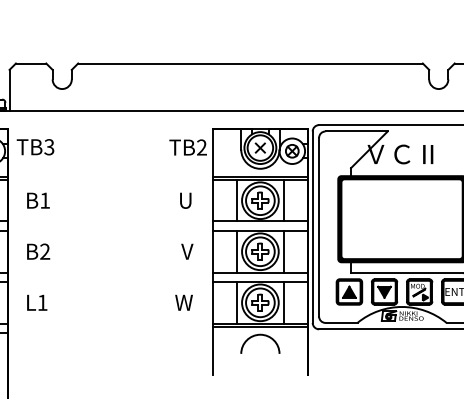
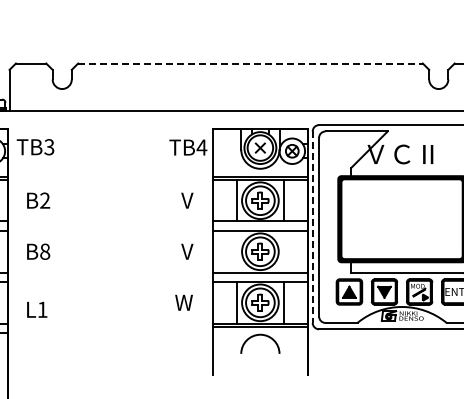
line at (251, 63): solid -> dashed
text at (201, 147): TB2 -> TB4
text at (45, 200): B1 -> B2
text at (186, 200): U -> V
line at (312, 227): solid -> dashed
text at (45, 251): B2 -> B8
line at (237, 251): present -> none
line at (283, 251): present -> none
text at (37, 302) position: (37, 302) -> (37, 309)
